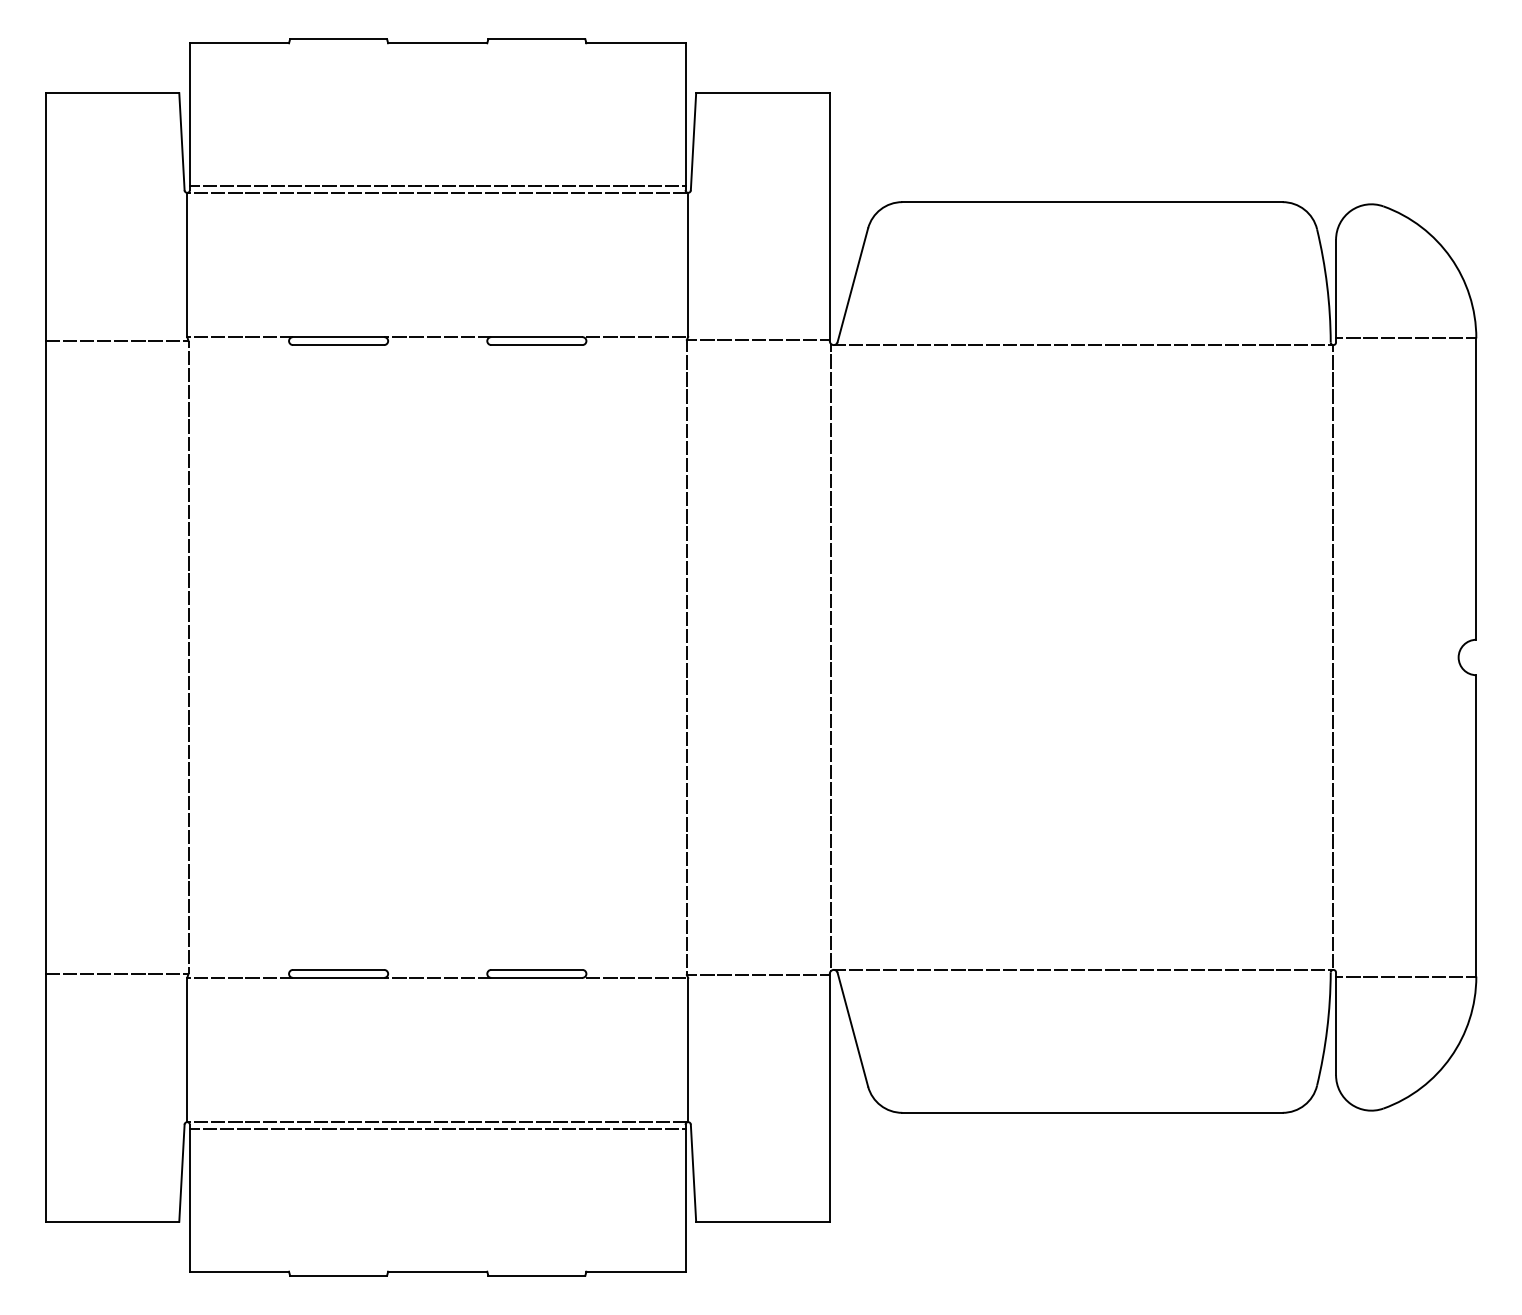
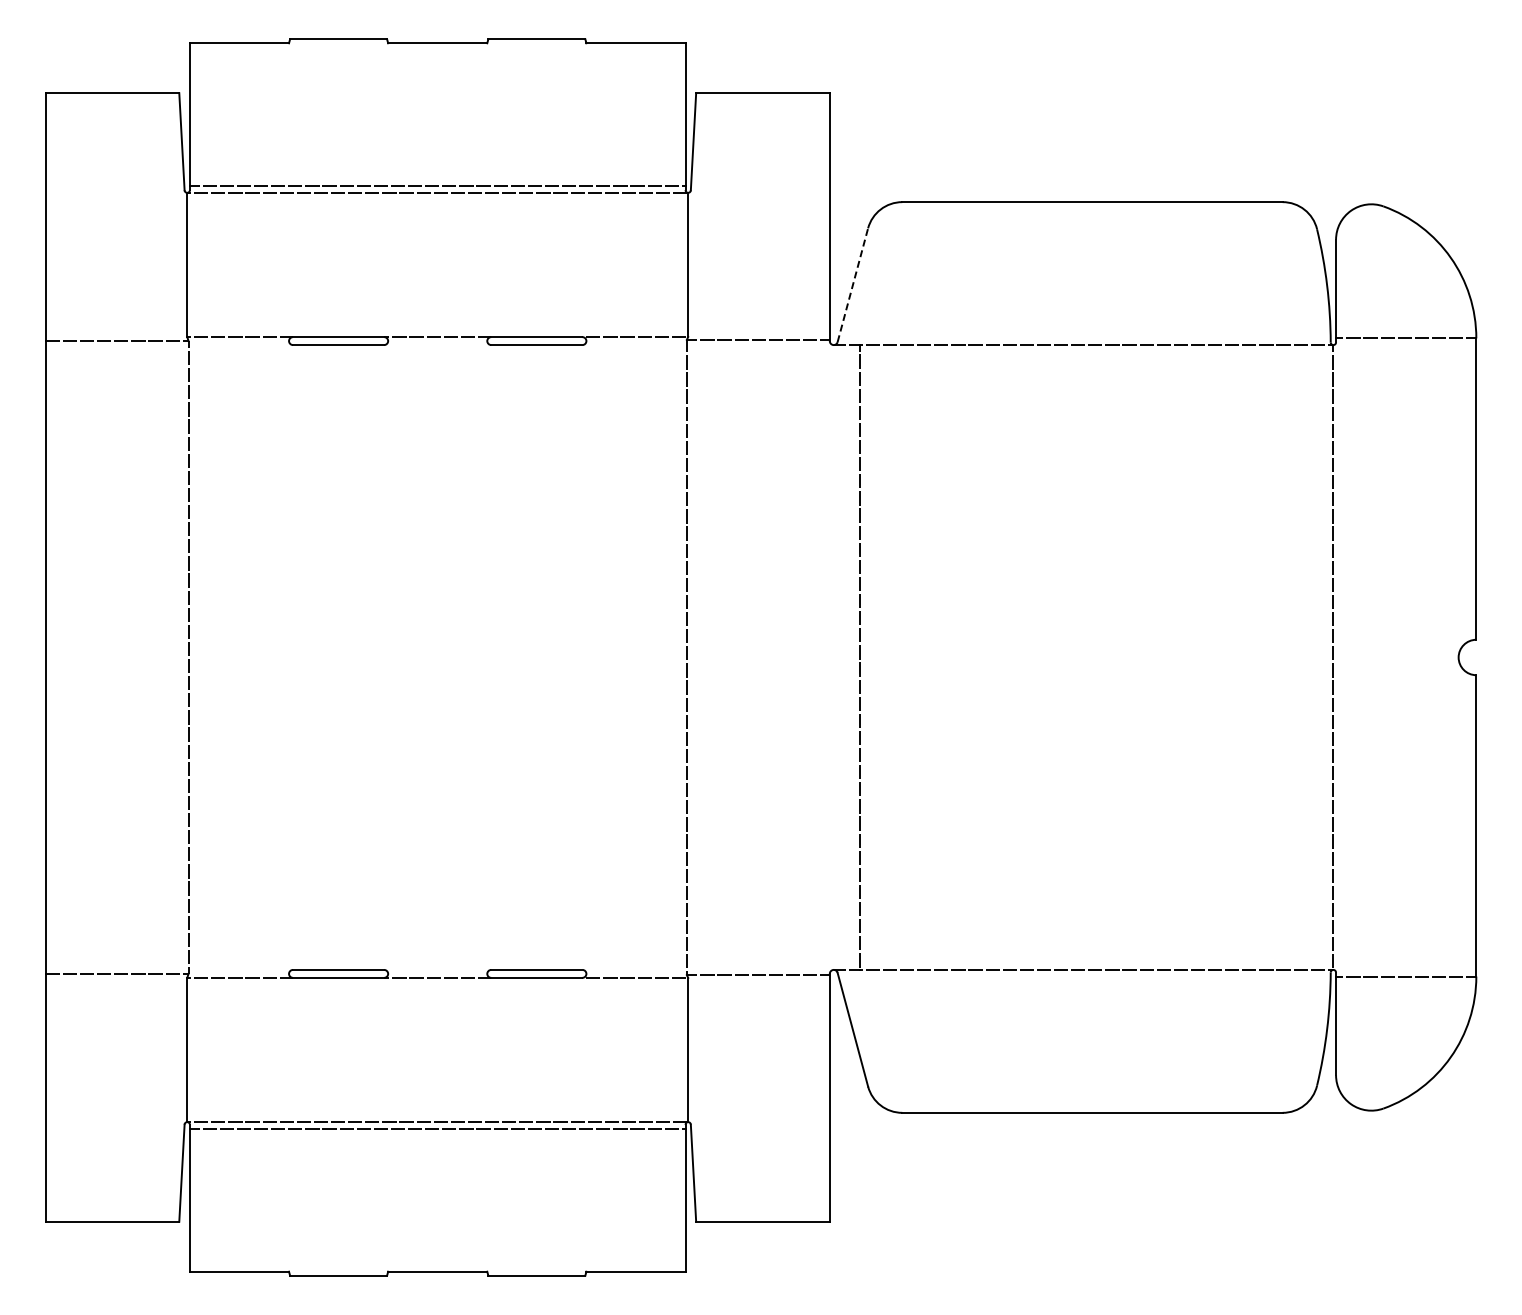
line at (852, 285): solid -> dashed
line at (831, 657) position: (831, 657) -> (860, 657)
